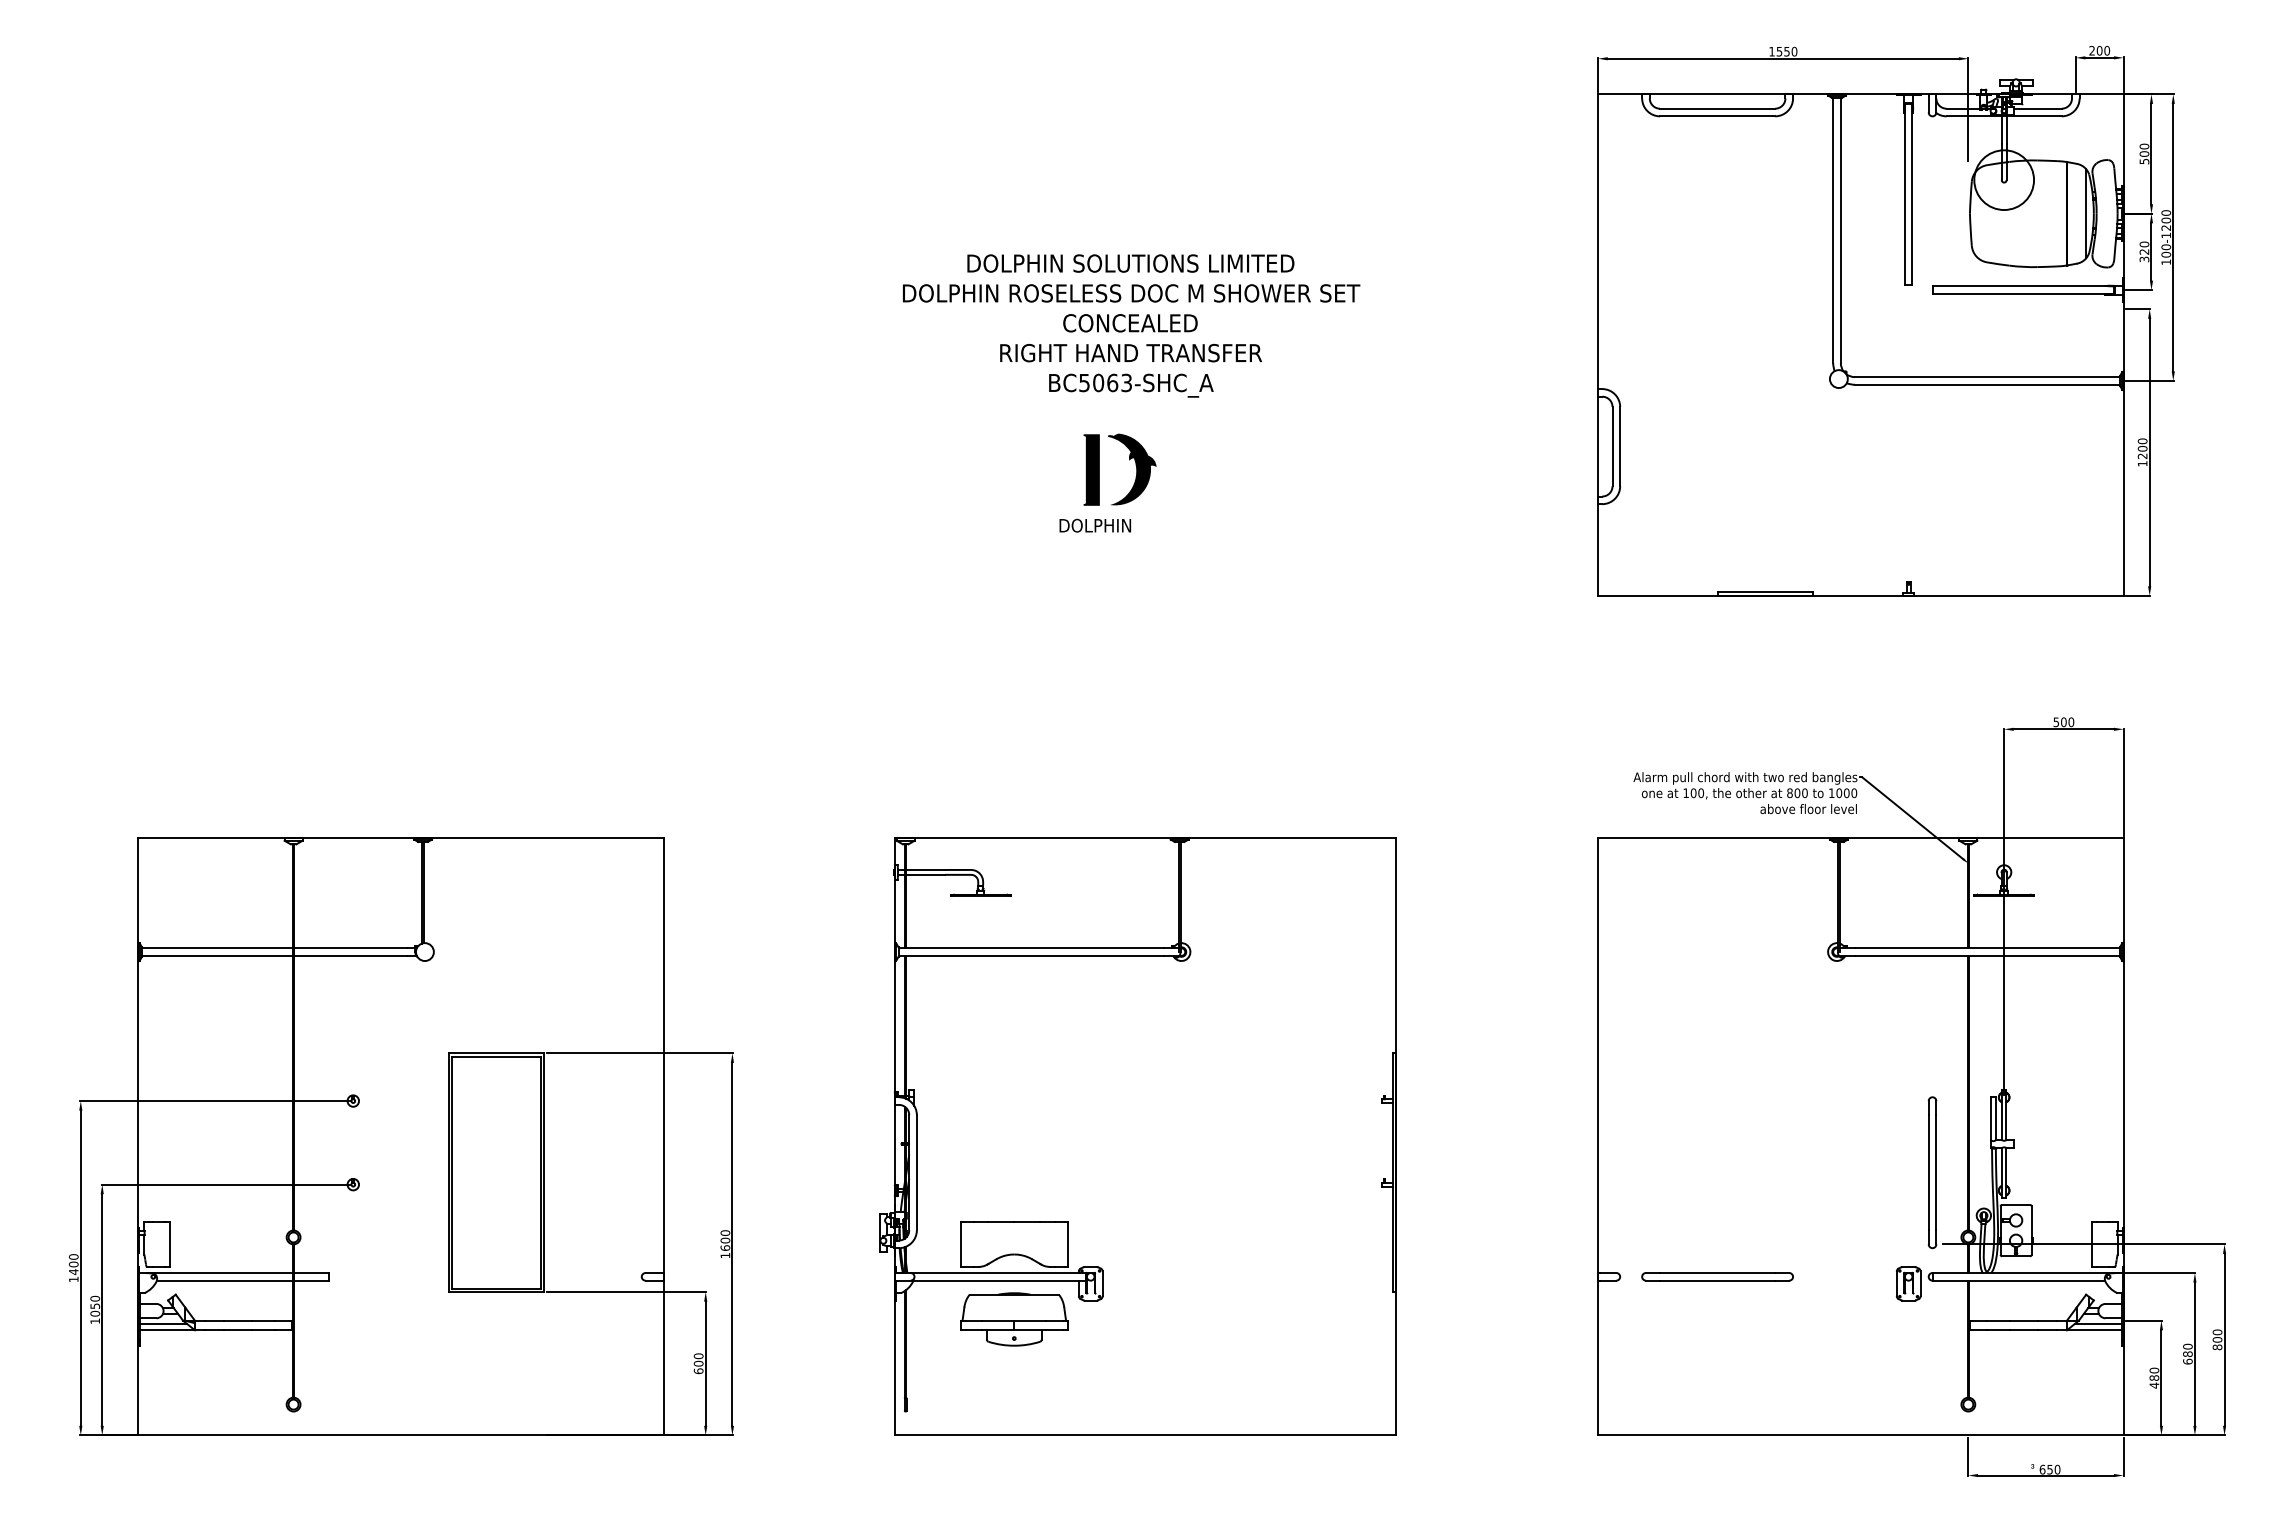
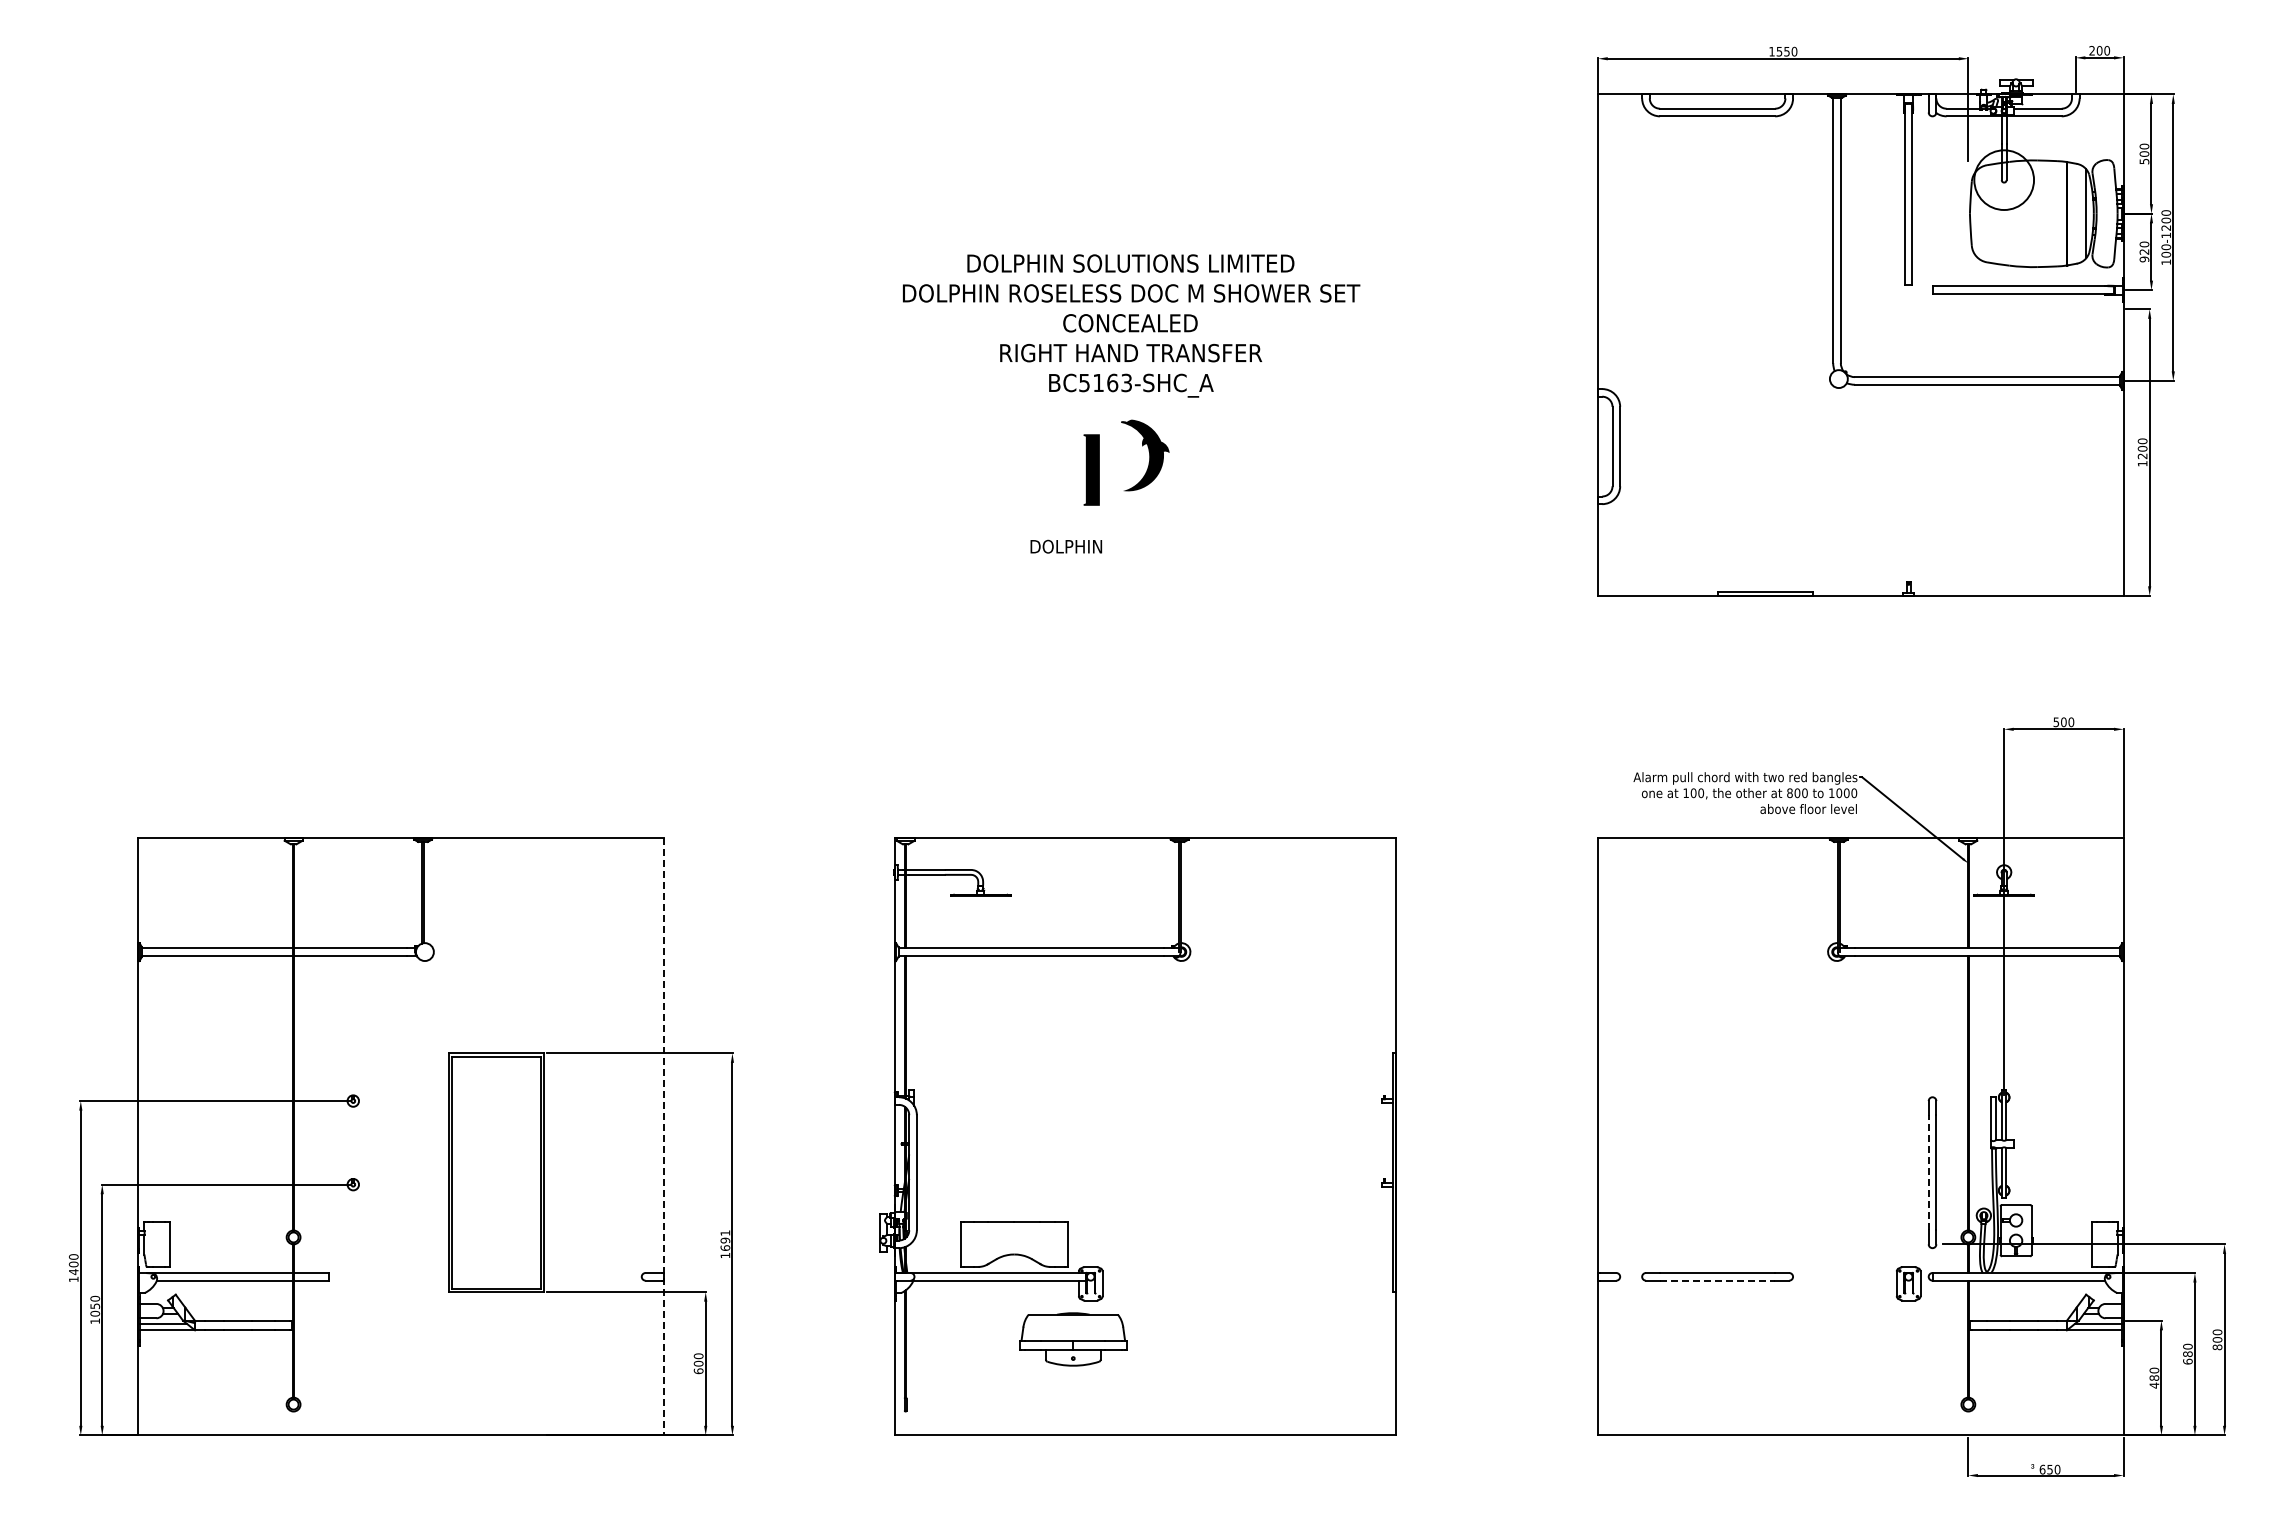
text at (2144, 259): 320 -> 920
text at (1098, 382): BC5063-SHC_A -> BC5163-SHC_A
part at (1132, 469) position: (1132, 469) -> (1145, 455)
text at (1095, 525) position: (1095, 525) -> (1066, 546)
line at (663, 1136): solid -> dashed
line at (1928, 1172): solid -> dashed
text at (725, 1236): 1600 -> 1691
line at (1717, 1280): solid -> dashed
part at (1014, 1319) position: (1014, 1319) -> (1073, 1339)
